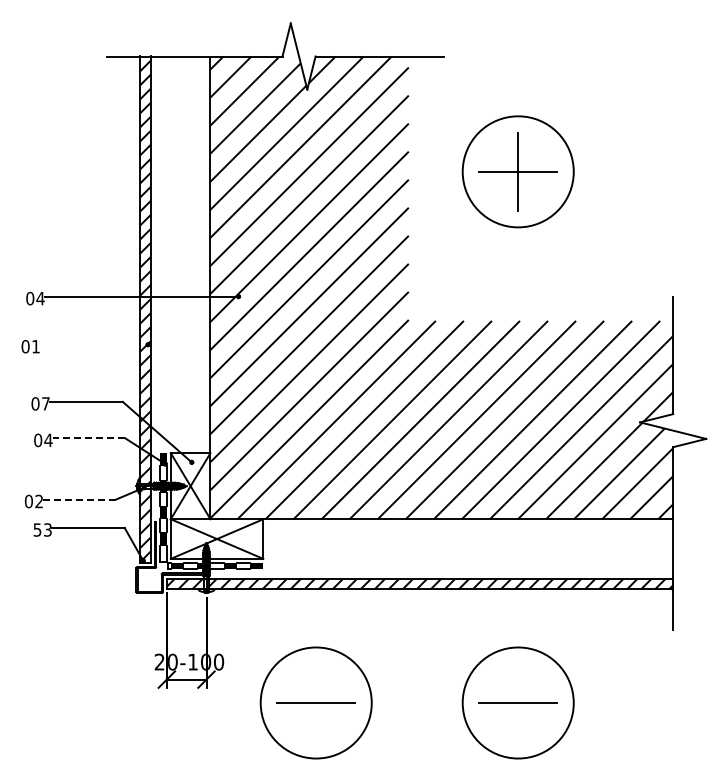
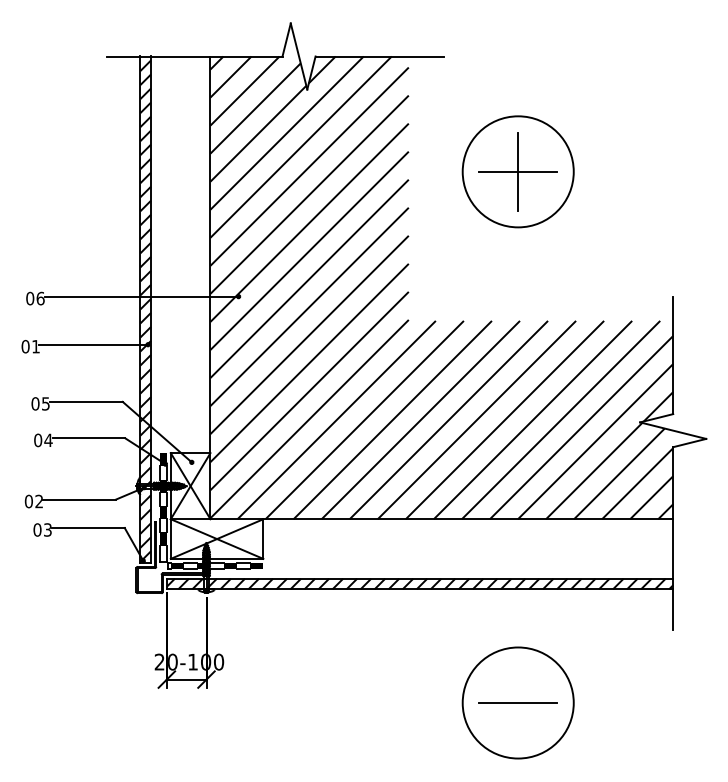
text at (40, 298): 04 -> 06
line at (93, 344): none -> present
text at (45, 403): 07 -> 05
line at (88, 438): dashed -> solid
line at (79, 499): dashed -> solid
text at (37, 529): 53 -> 03
part at (315, 702): present -> none
